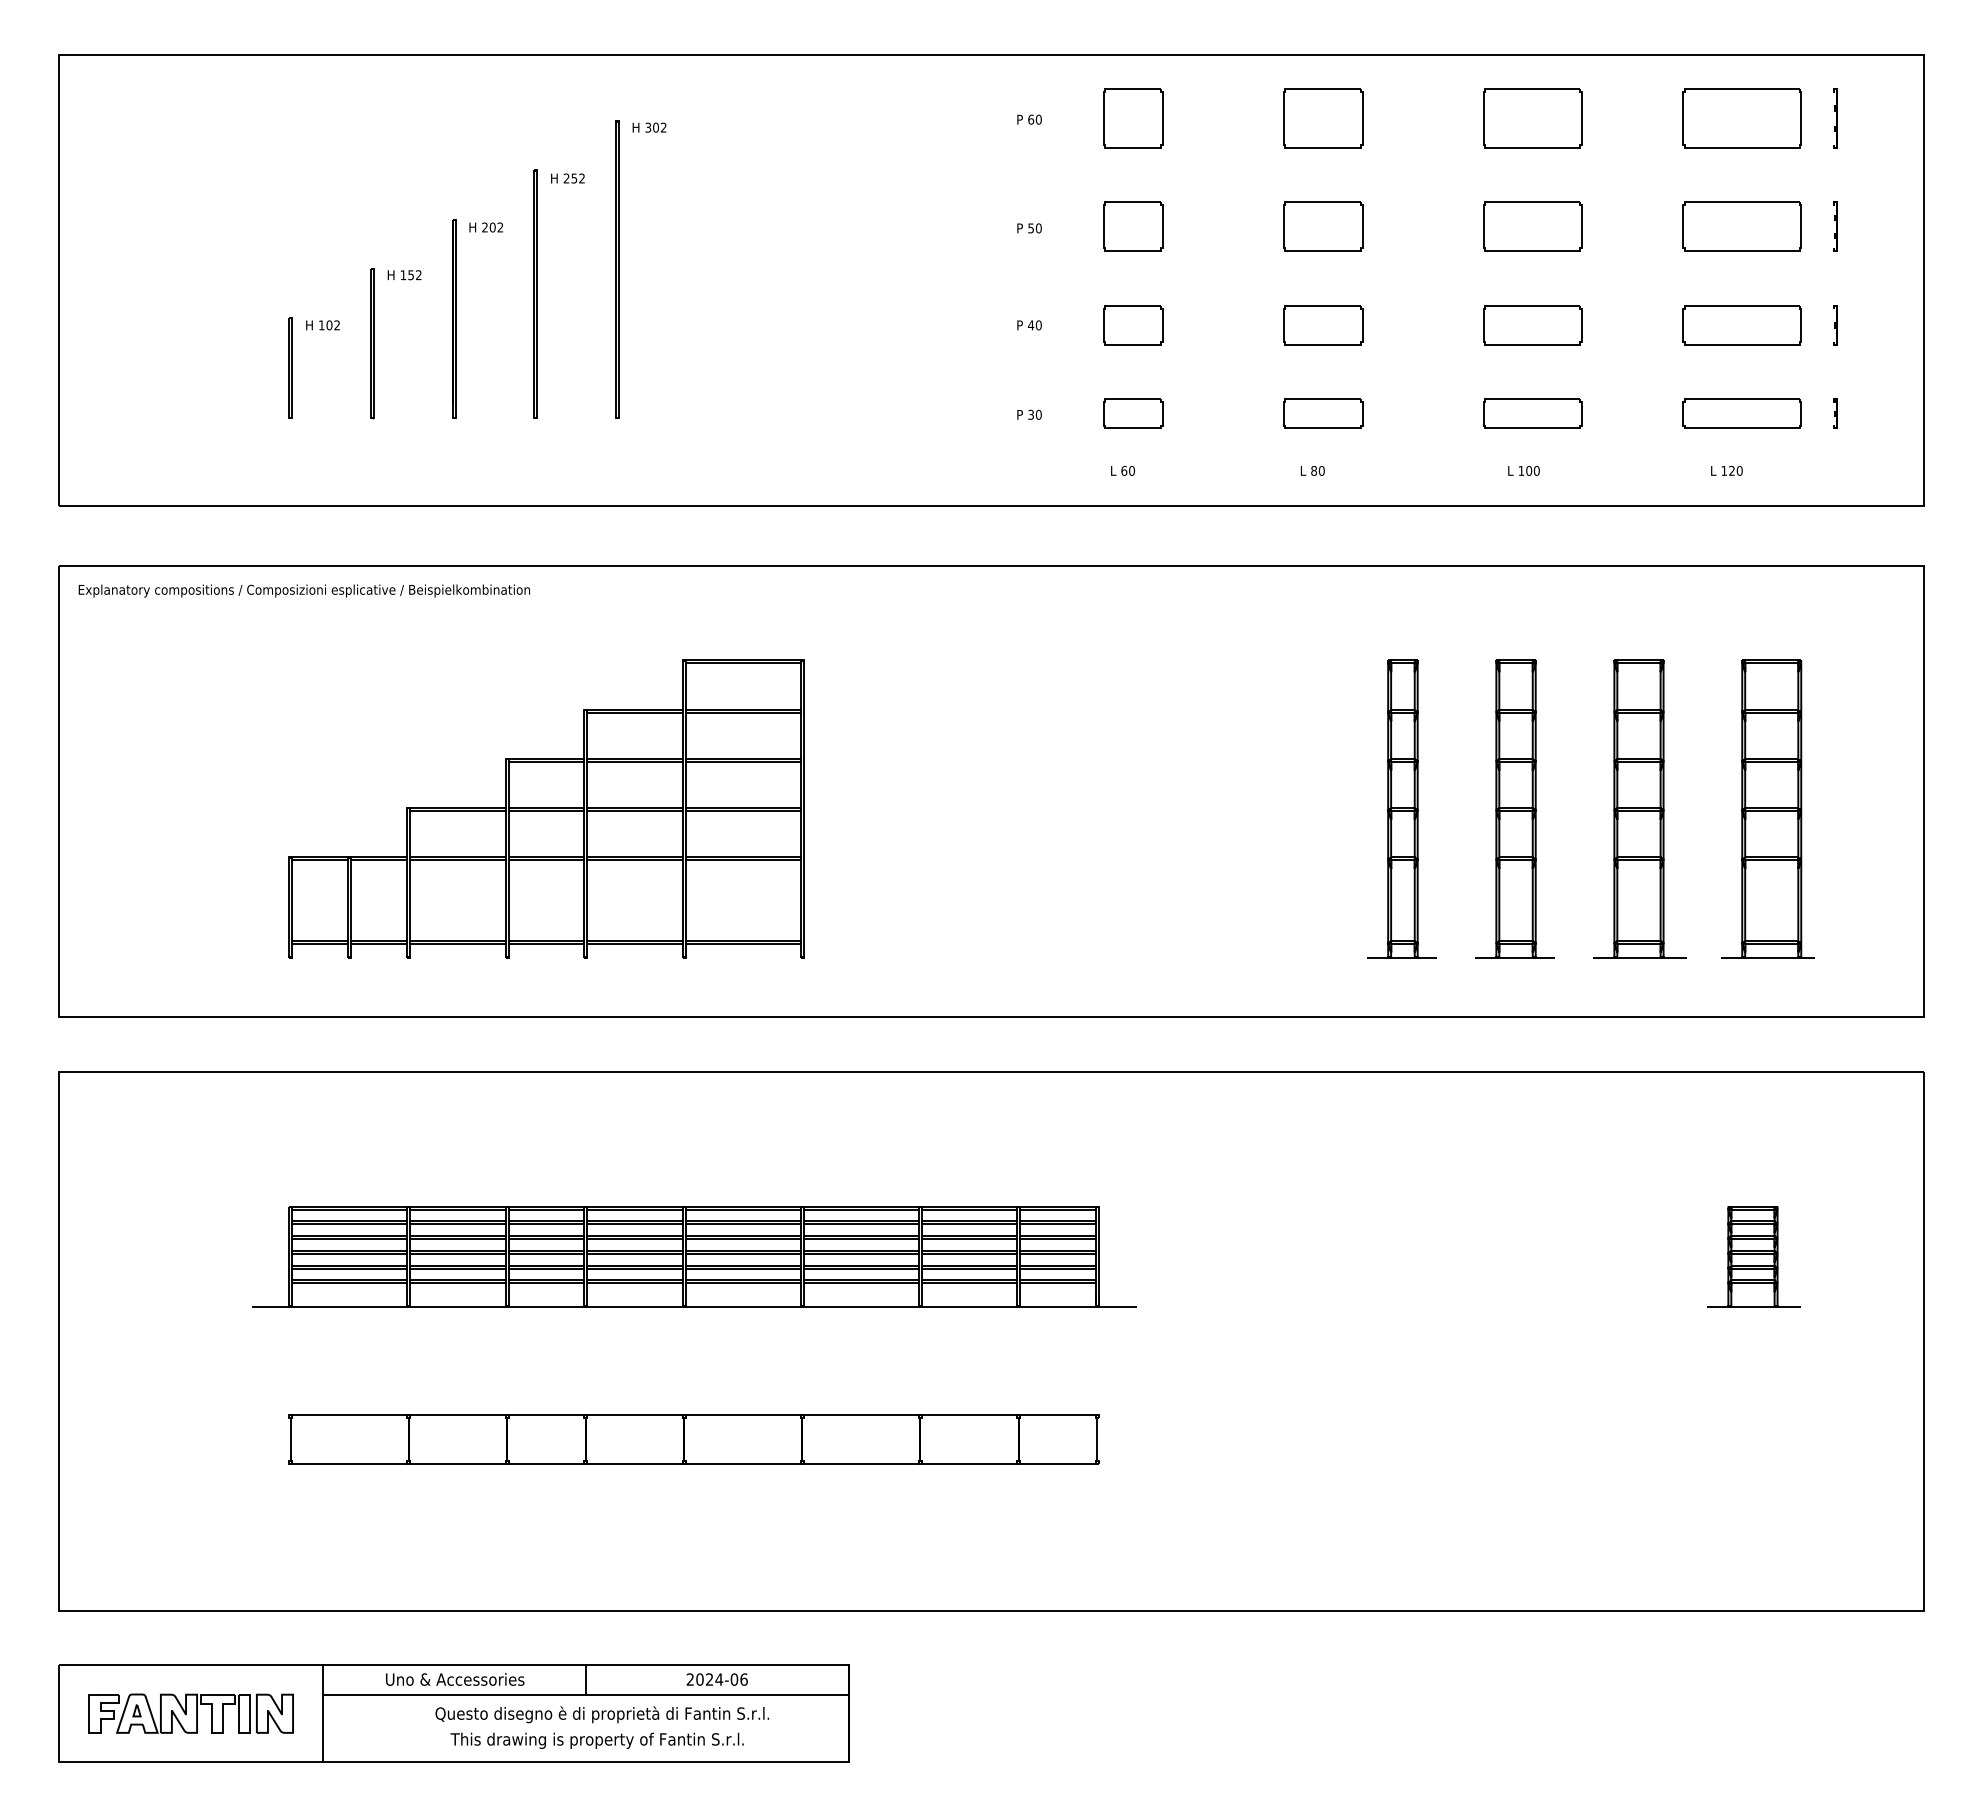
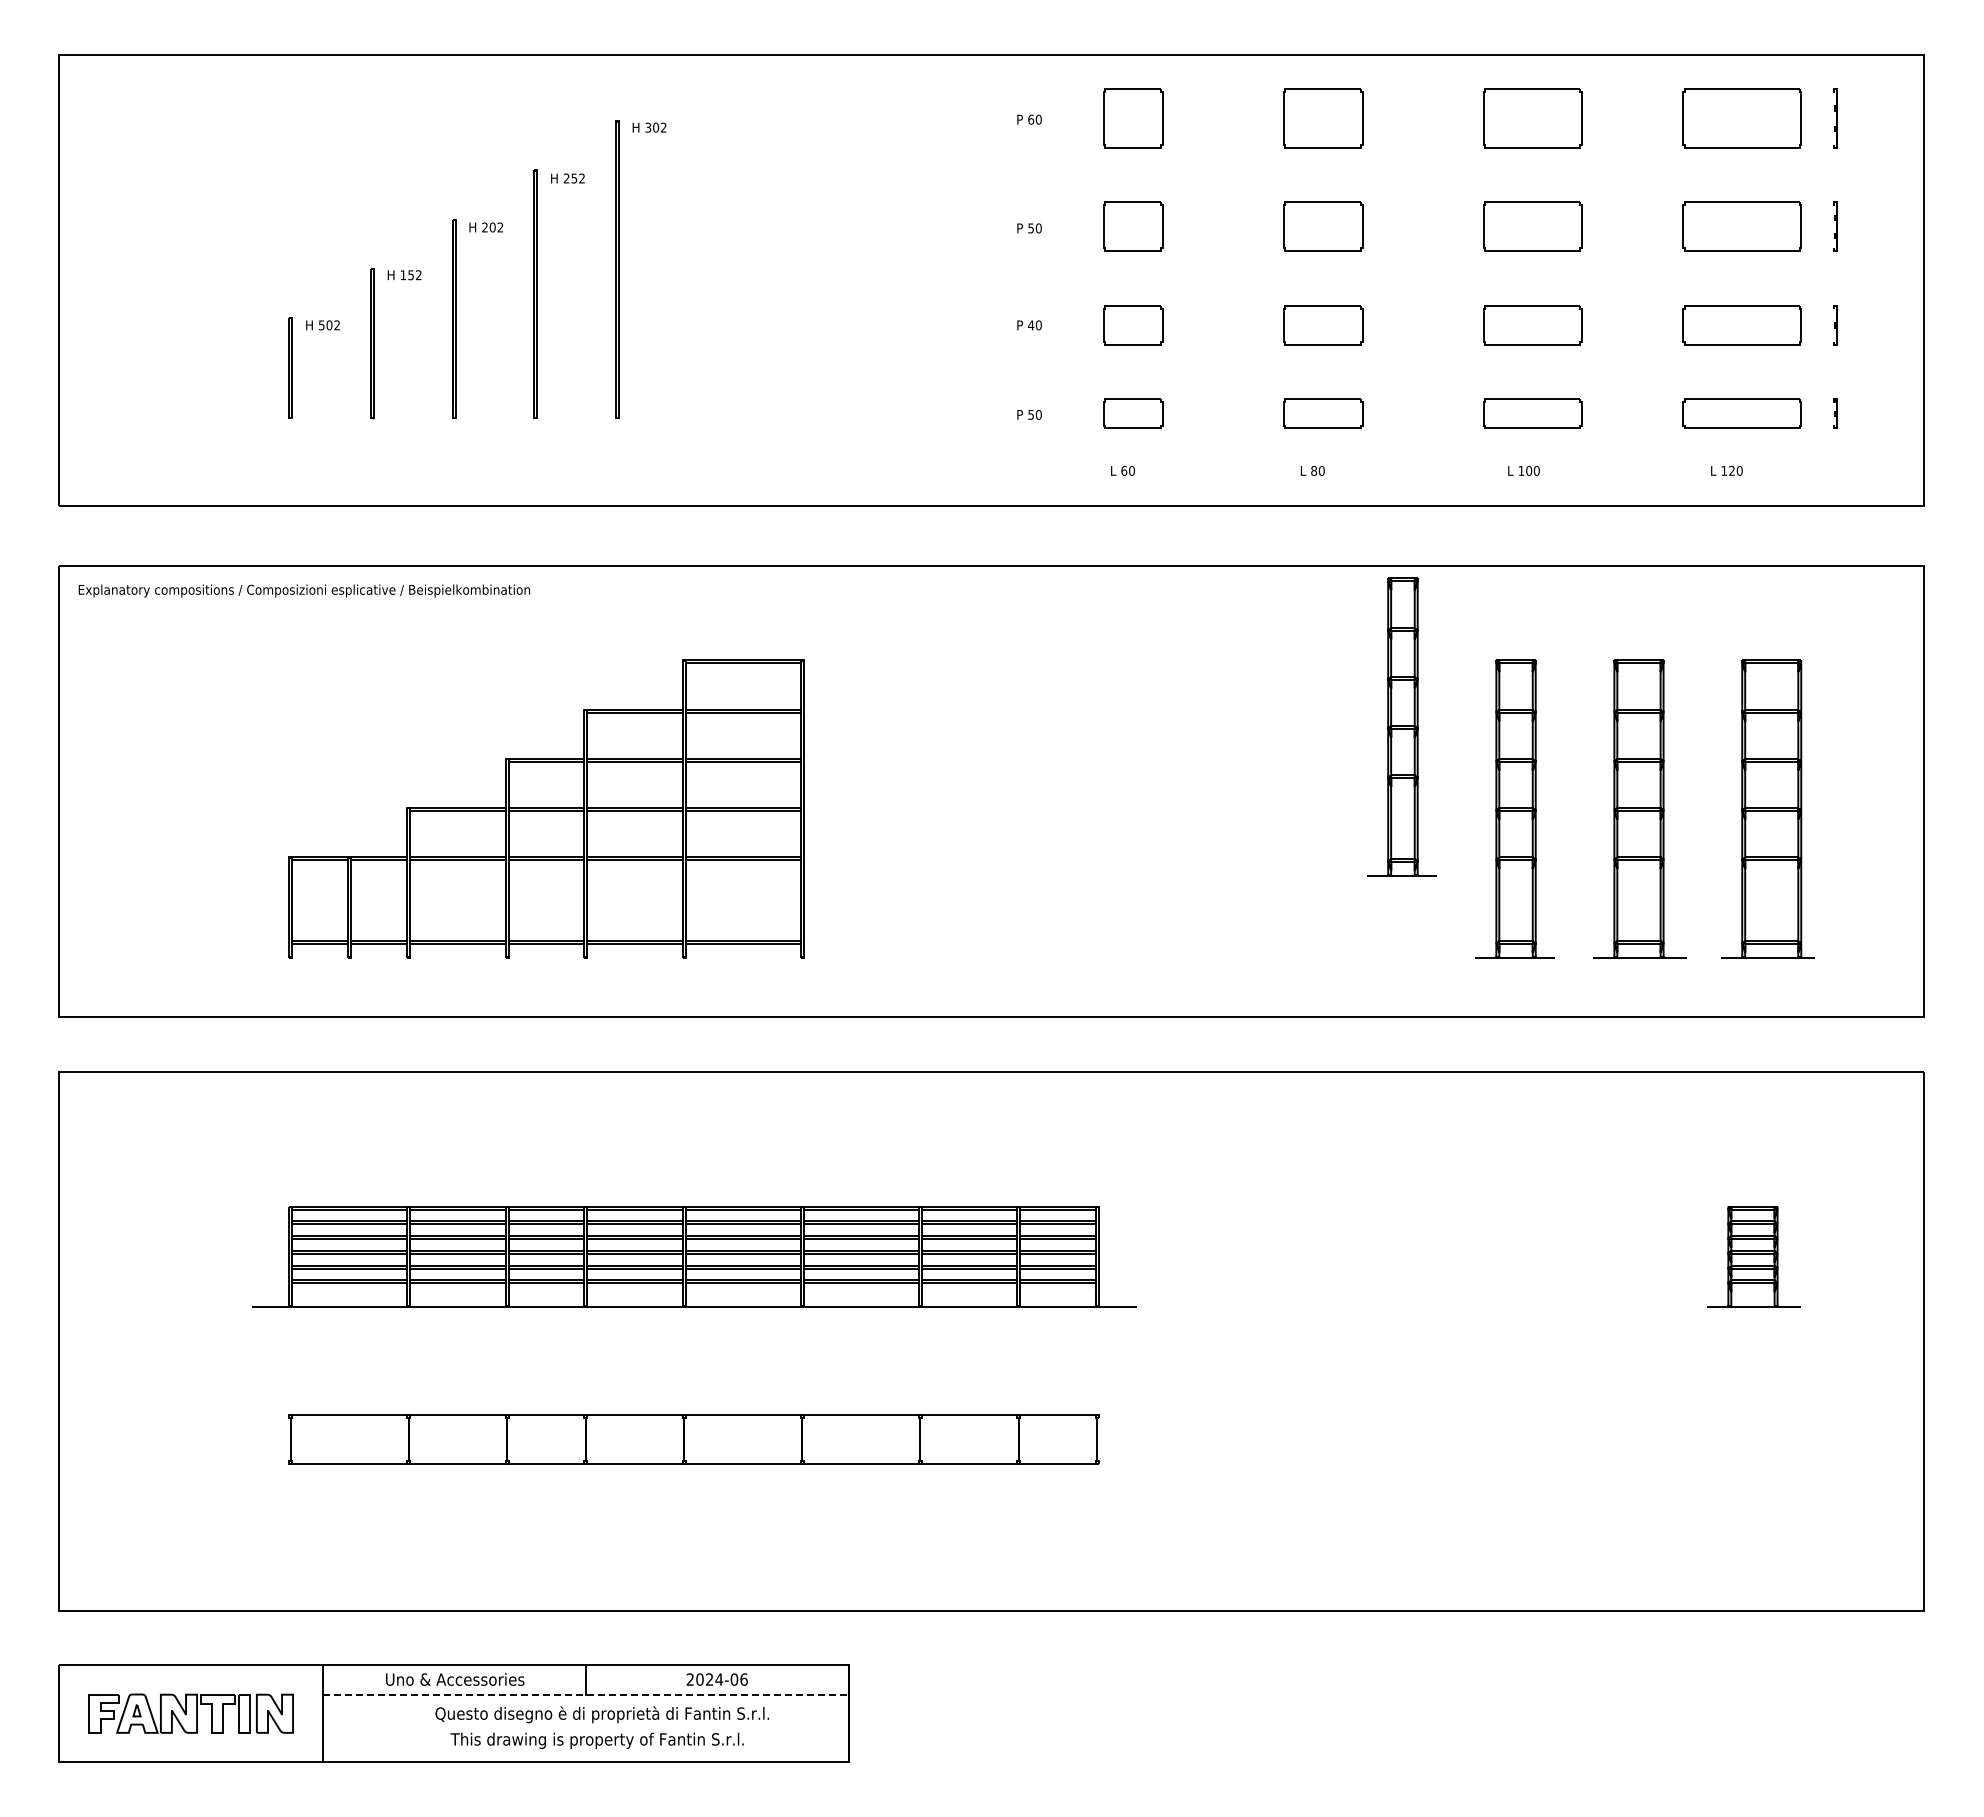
text at (321, 325): 102 -> 502
text at (1030, 413): 30 -> 50
part at (1401, 808) position: (1401, 808) -> (1401, 726)
line at (586, 1694): solid -> dashed
